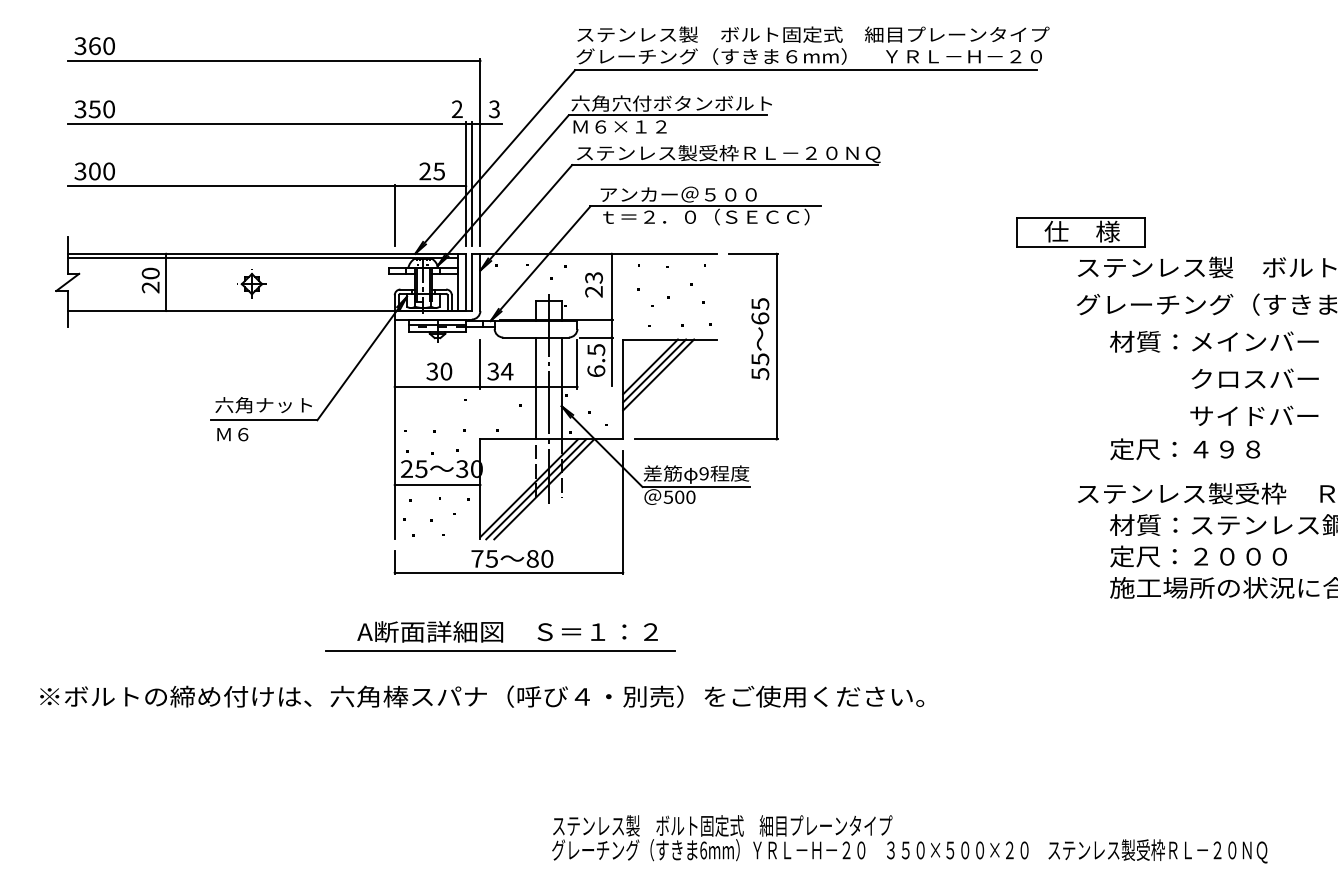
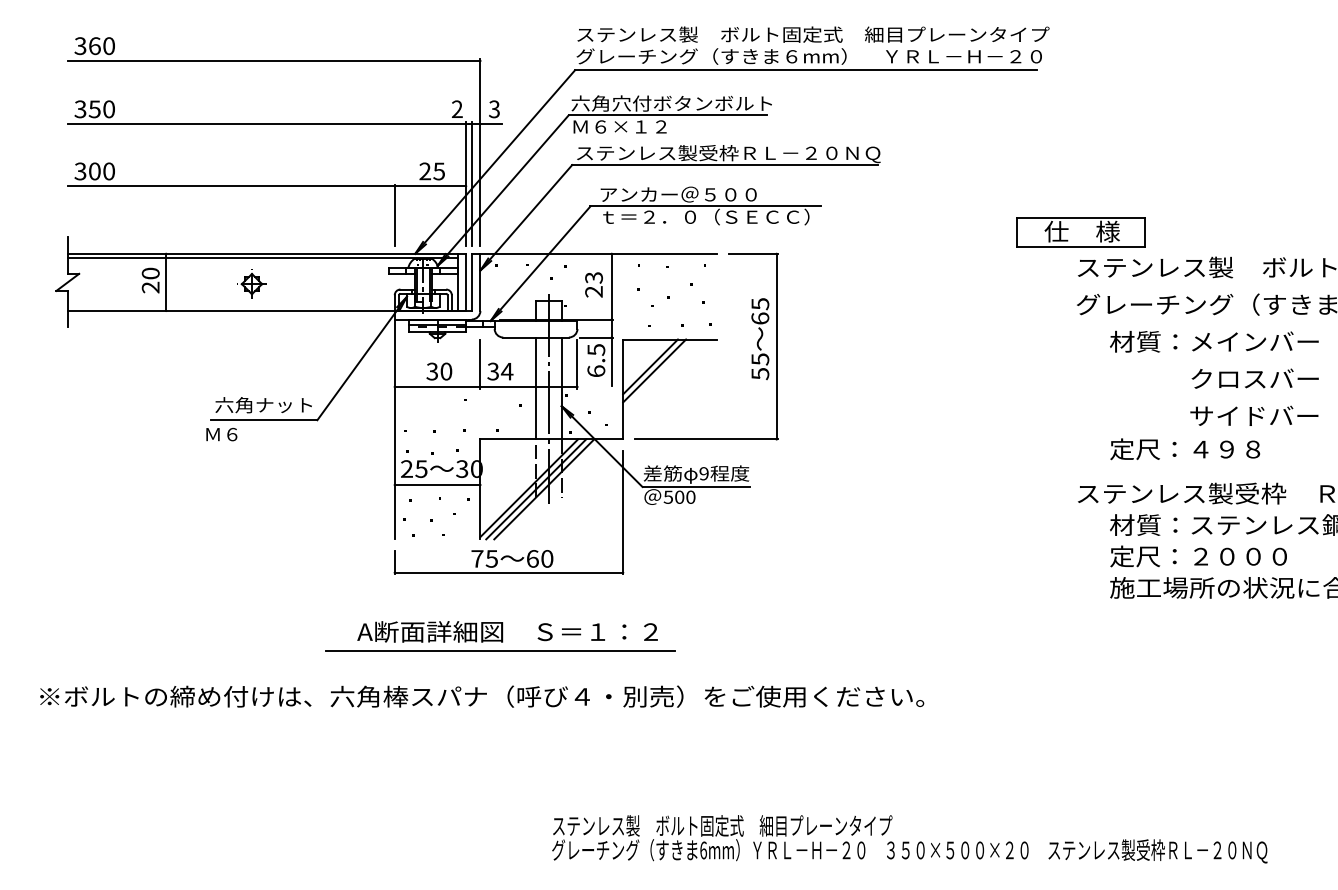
line at (658, 374): present -> none
text at (232, 434) position: (232, 434) -> (221, 434)
text at (532, 558): 80 -> 60
